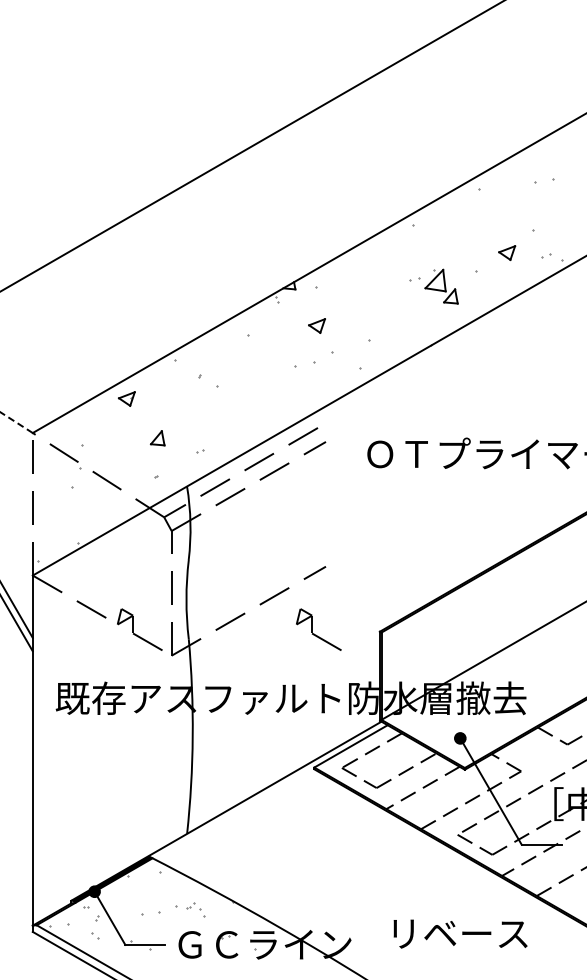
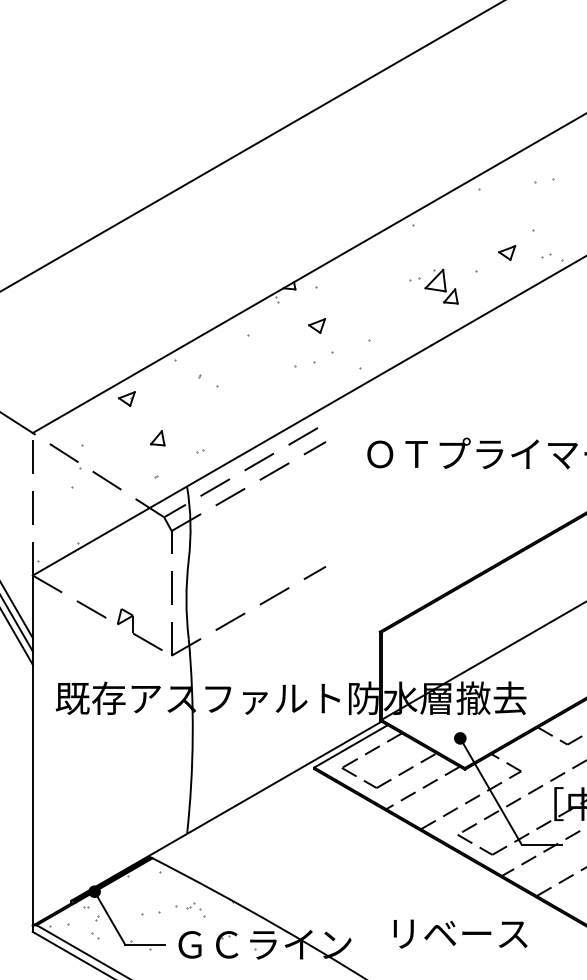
line at (16, 422): dashed -> solid
part at (318, 629): present -> none
line at (17, 637): none -> present
